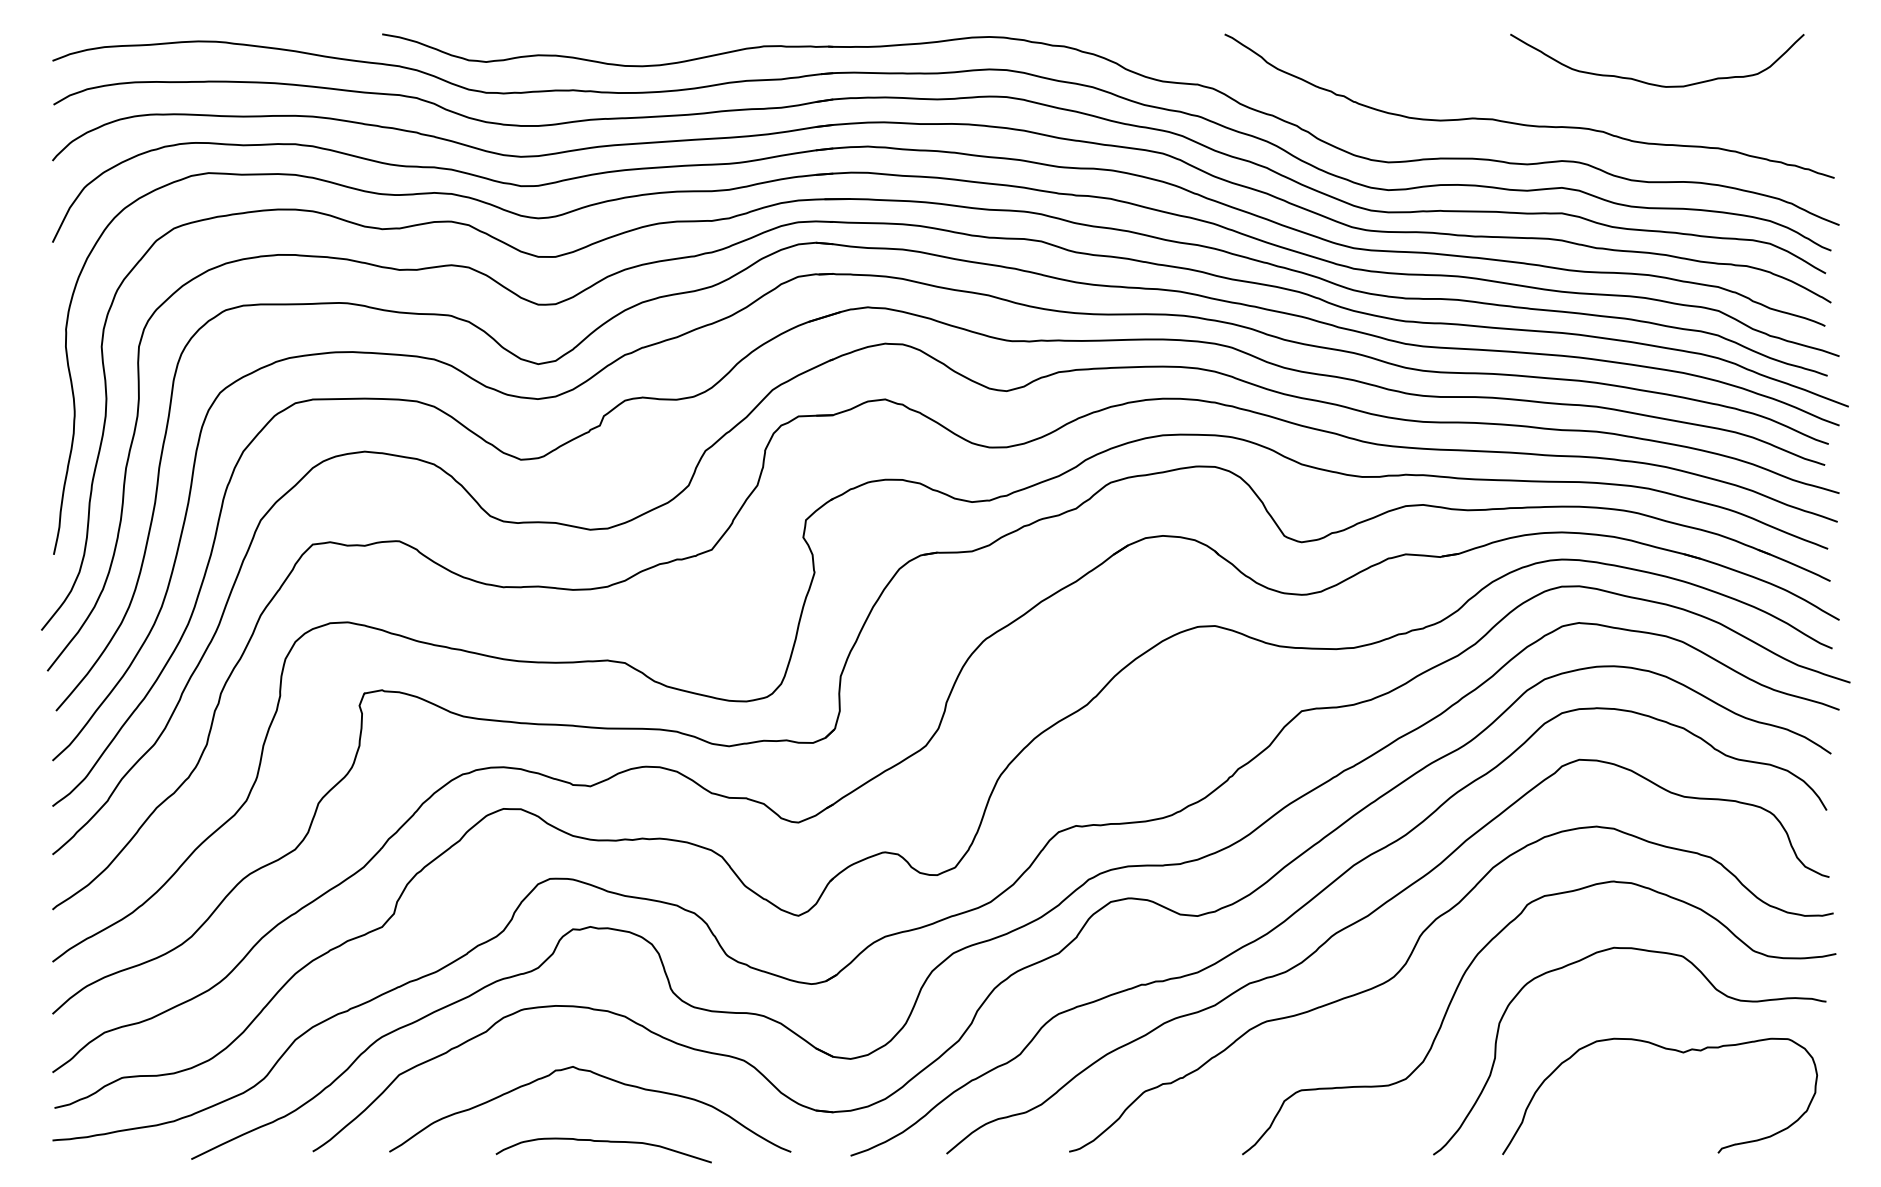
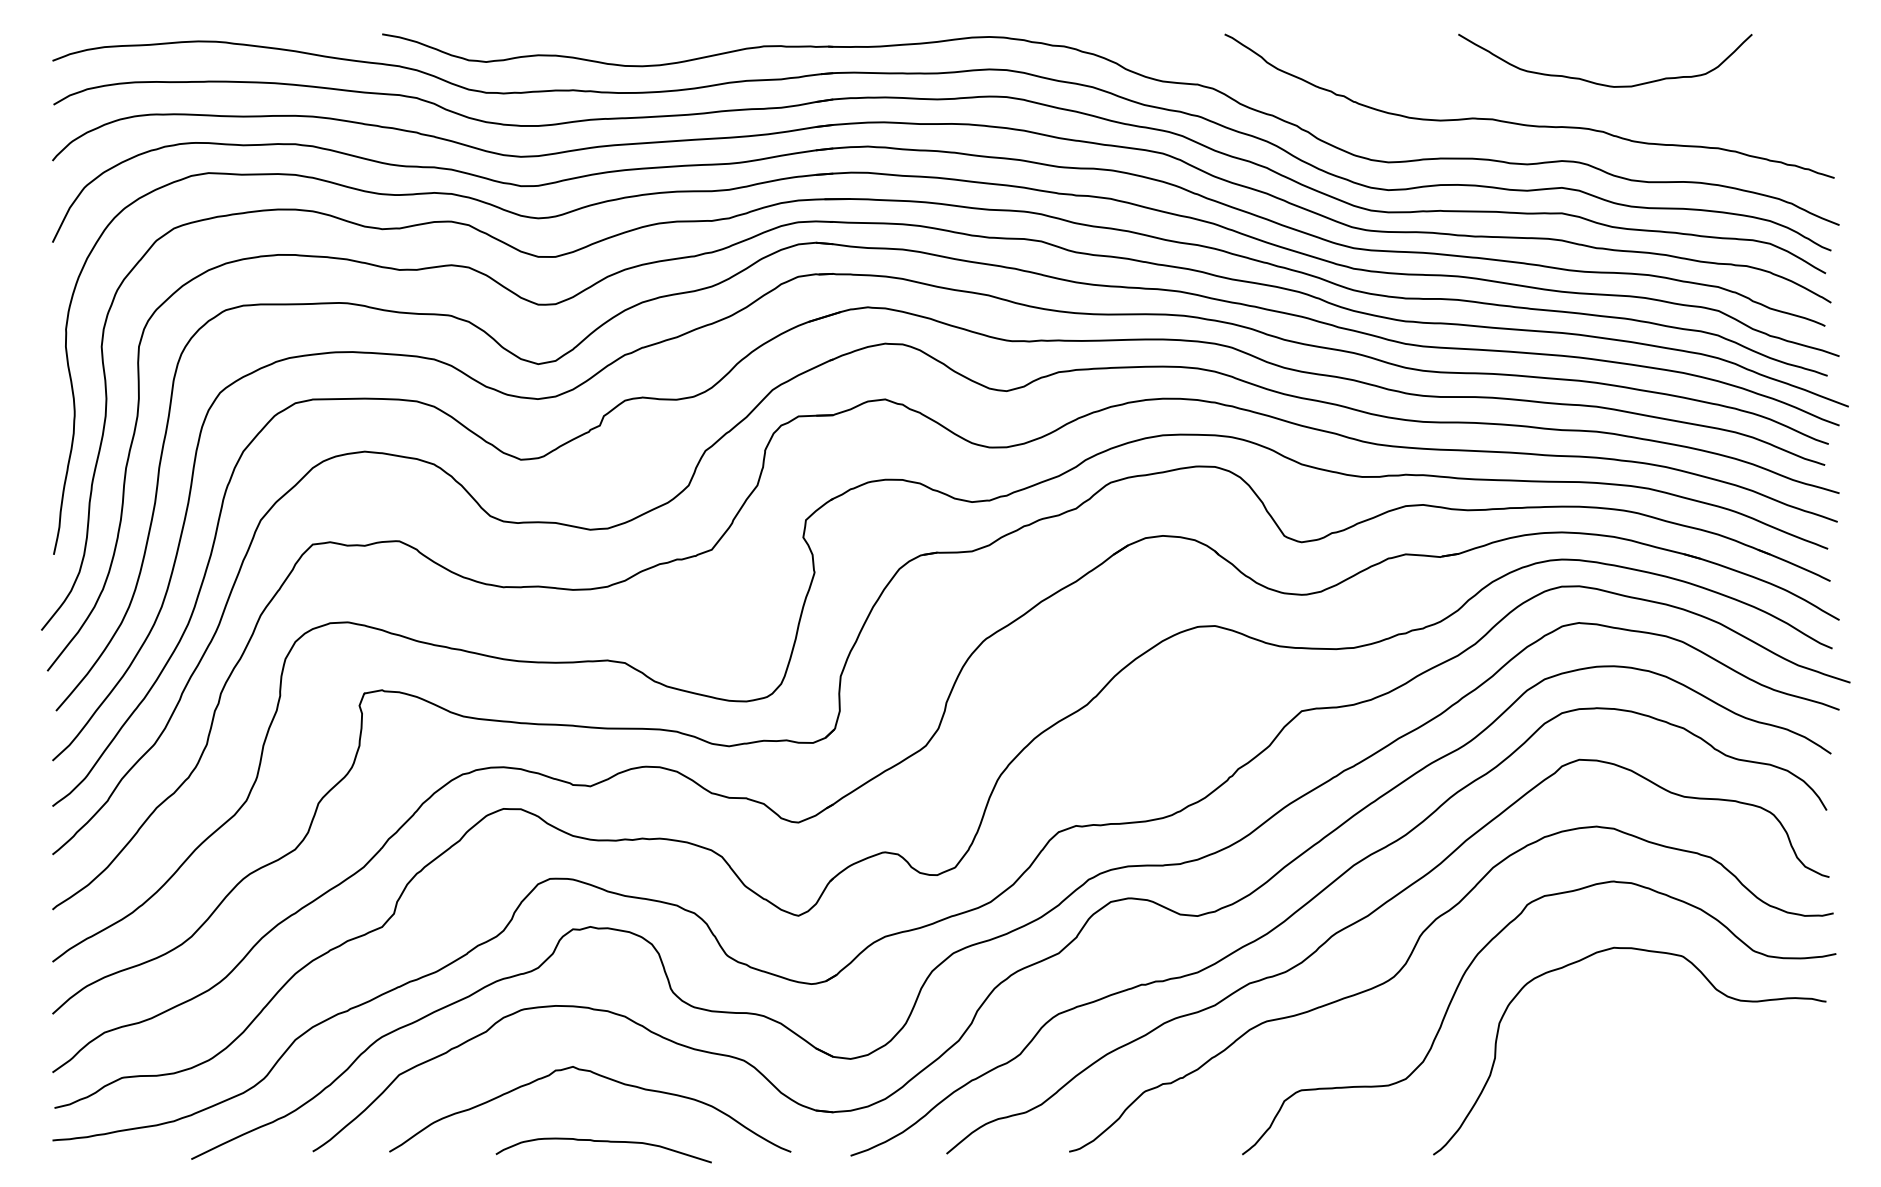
curve at (1653, 83) position: (1653, 83) -> (1601, 83)
curve at (1669, 1050): present -> none
